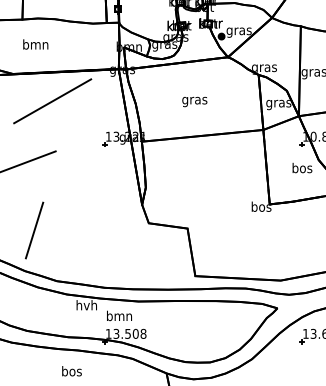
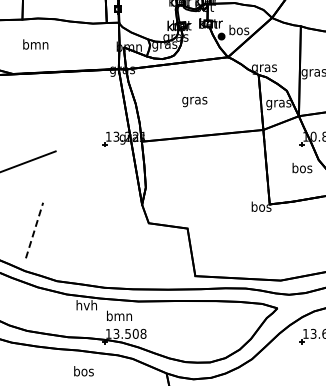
text at (238, 30): gras -> bos
line at (52, 101): present -> none
line at (34, 230): solid -> dashed
text at (71, 371) position: (71, 371) -> (83, 371)
